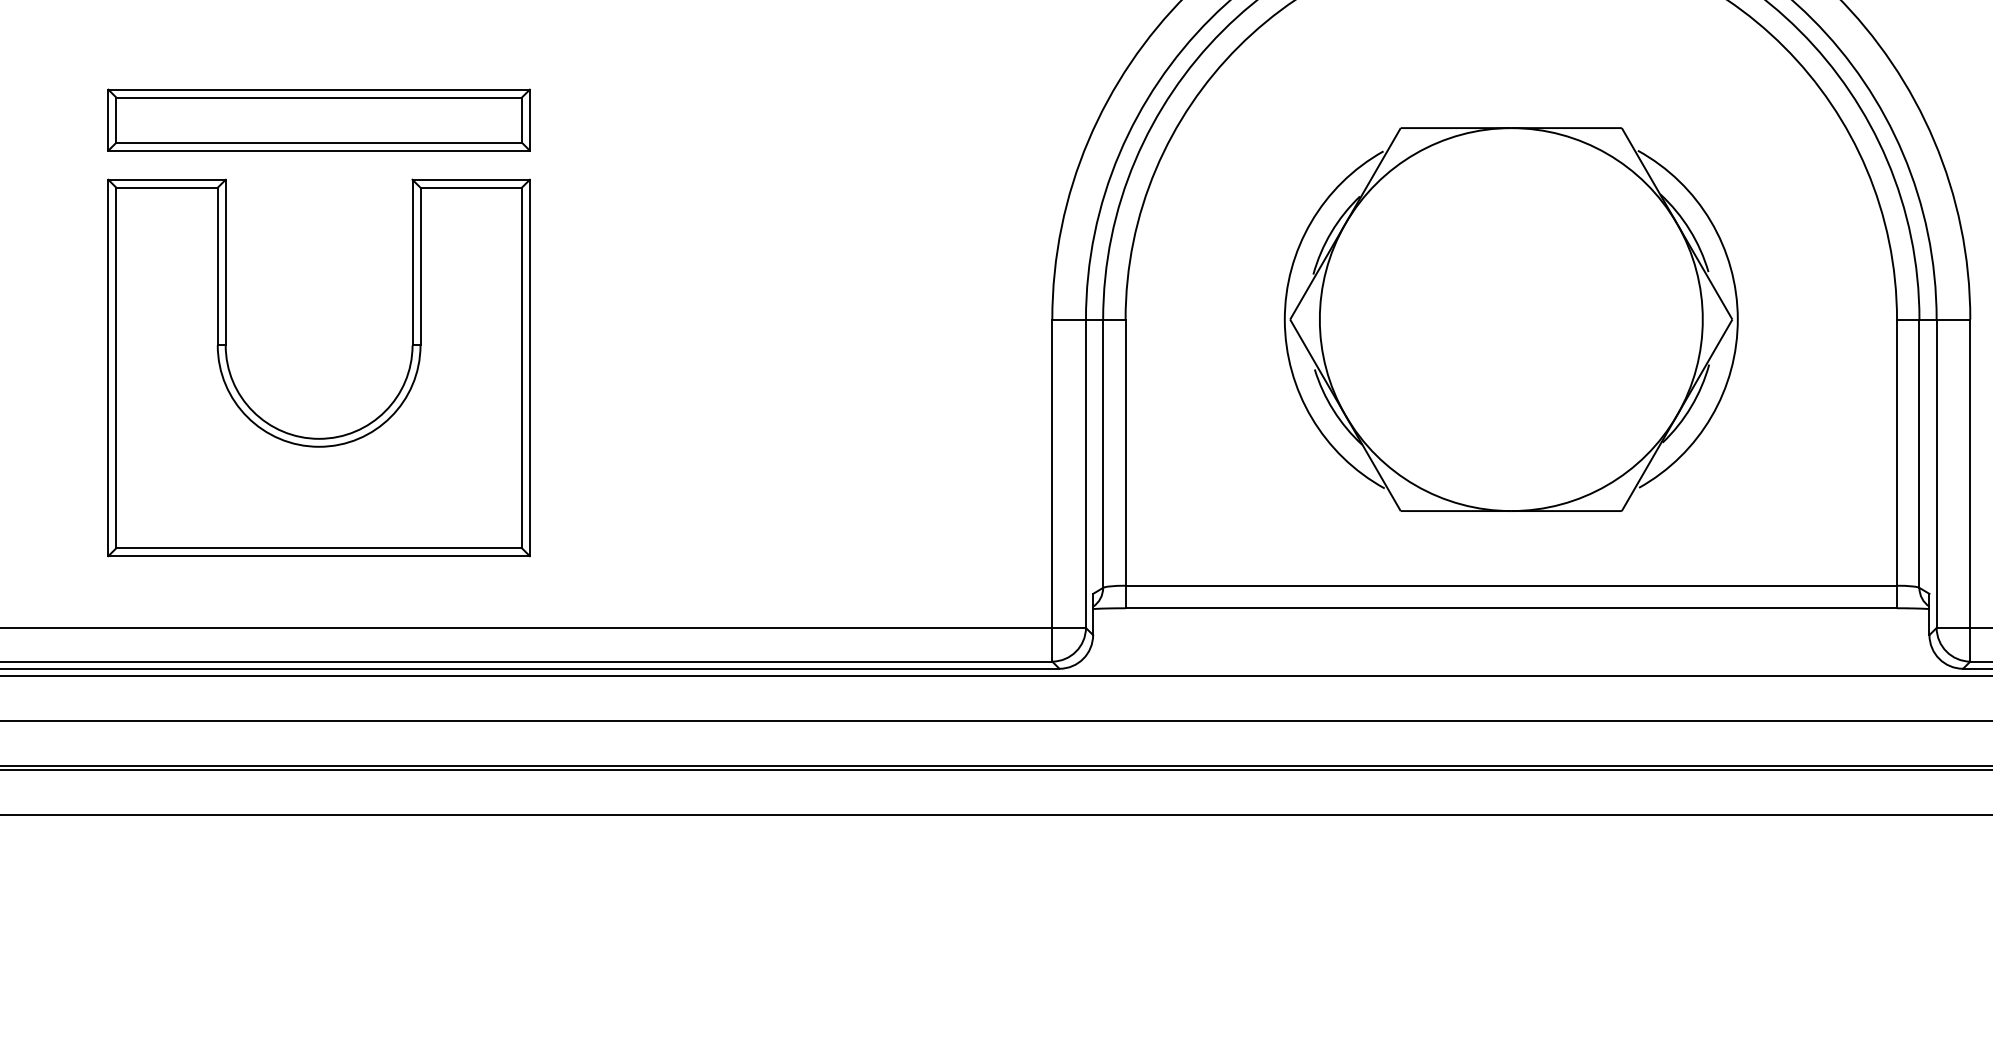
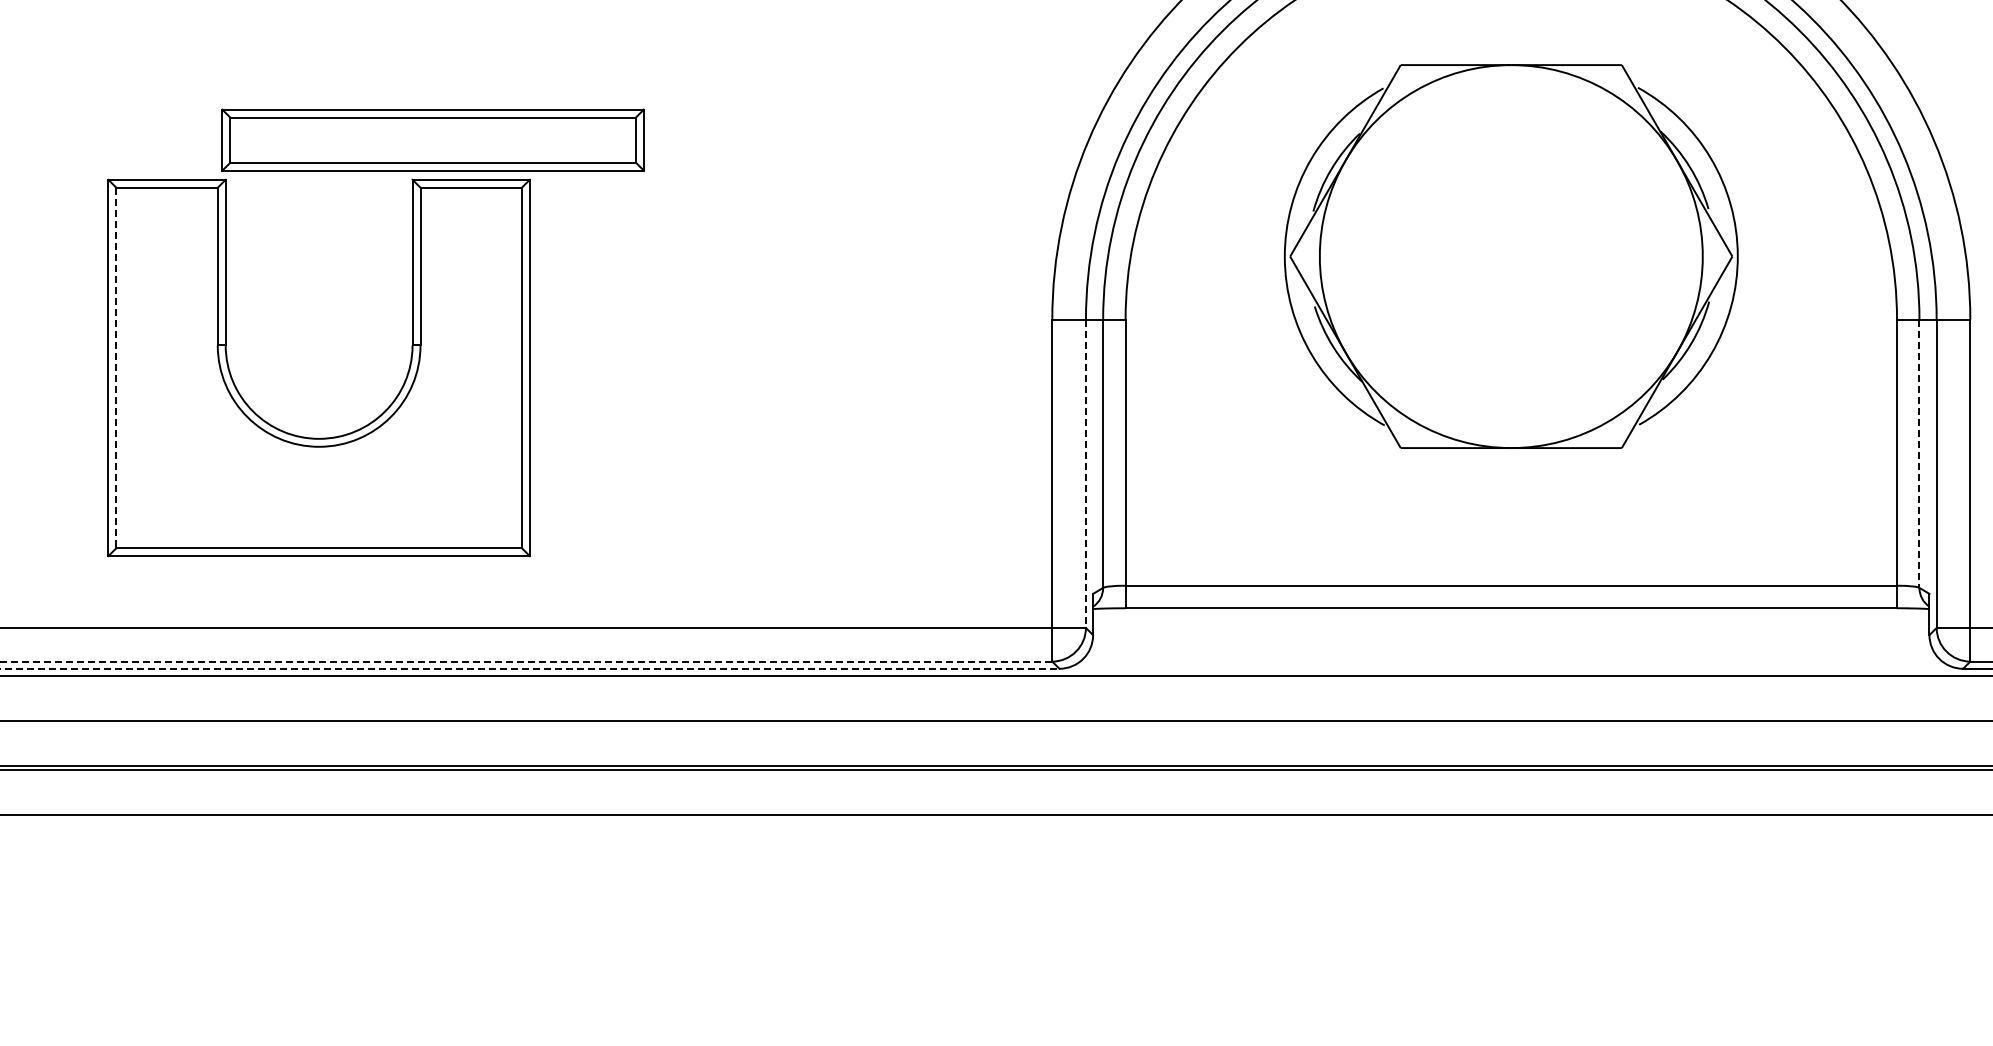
part at (318, 119) position: (318, 119) -> (432, 139)
part at (1510, 319) position: (1510, 319) -> (1510, 256)
line at (116, 368): solid -> dashed
line at (1919, 454): solid -> dashed
line at (1085, 474): solid -> dashed
line at (525, 661): solid -> dashed
line at (530, 668): solid -> dashed
